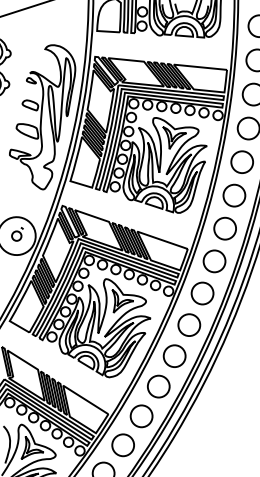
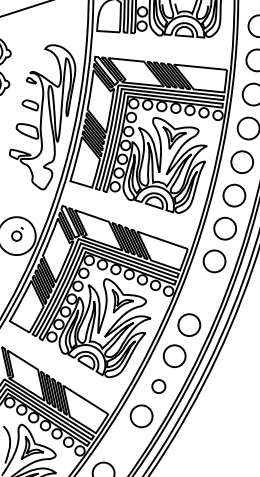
circle at (202, 293): present -> none
circle at (158, 386) size: 24x25 px -> 16x15 px
circle at (122, 445): present -> none
